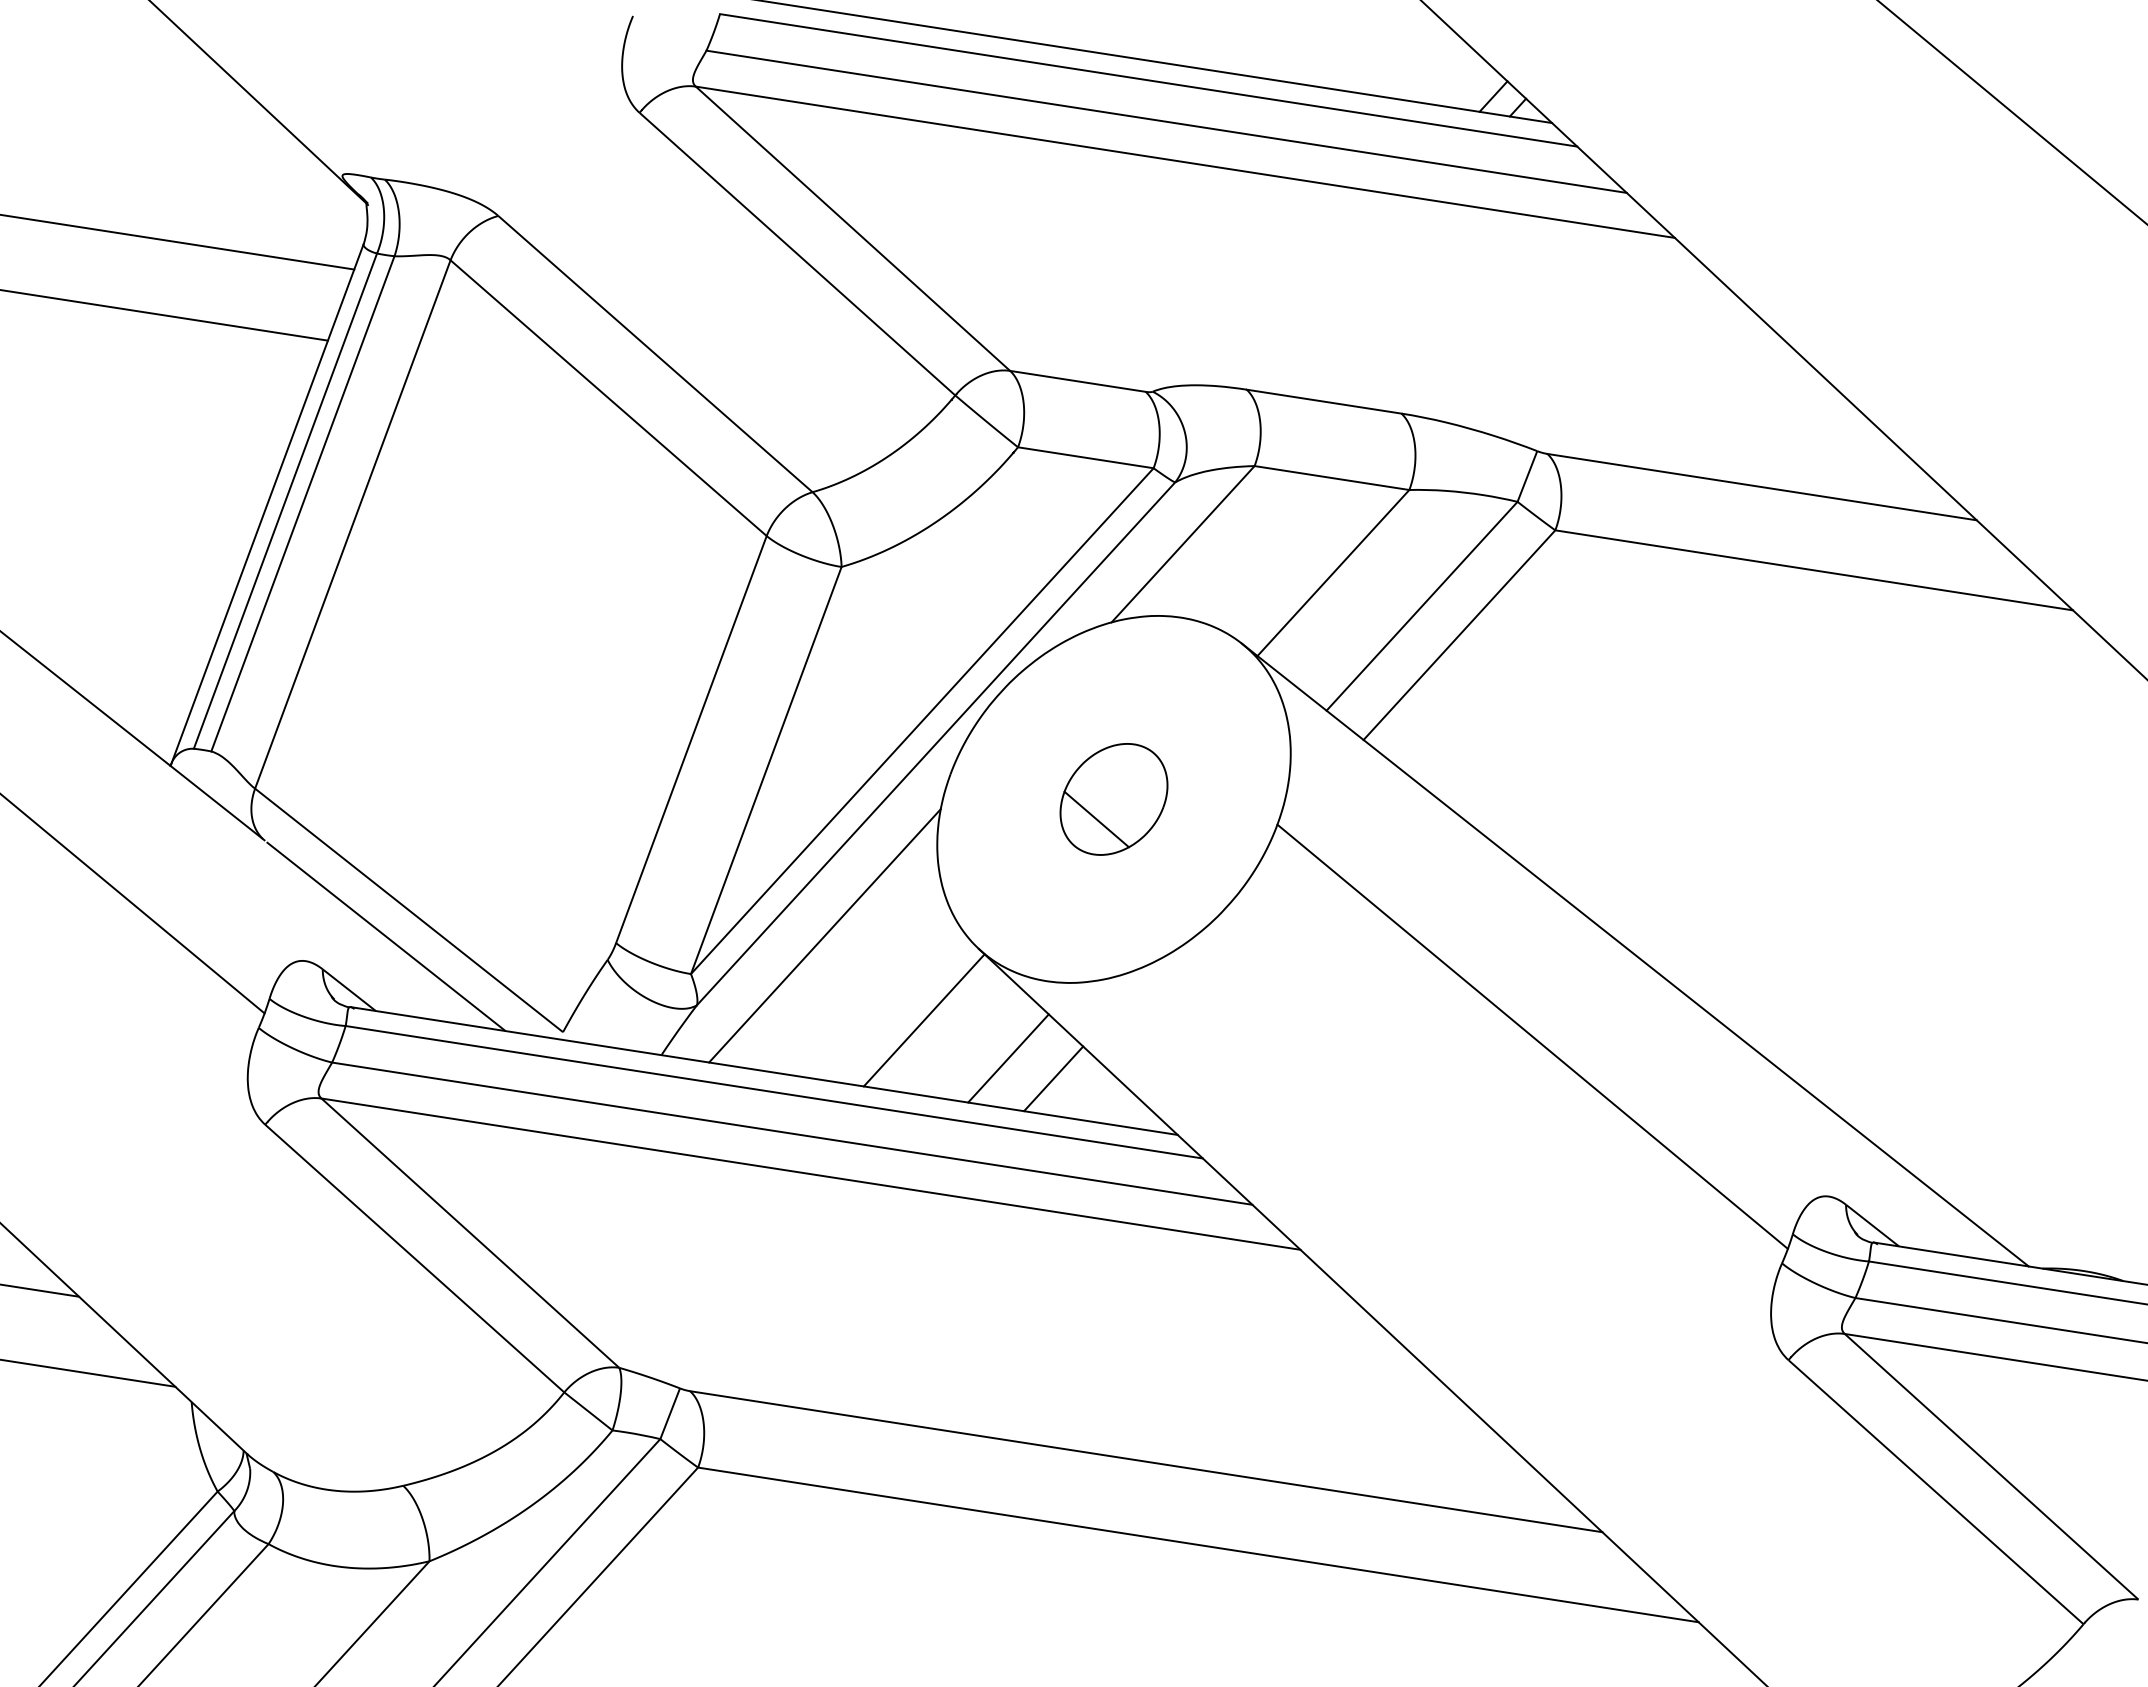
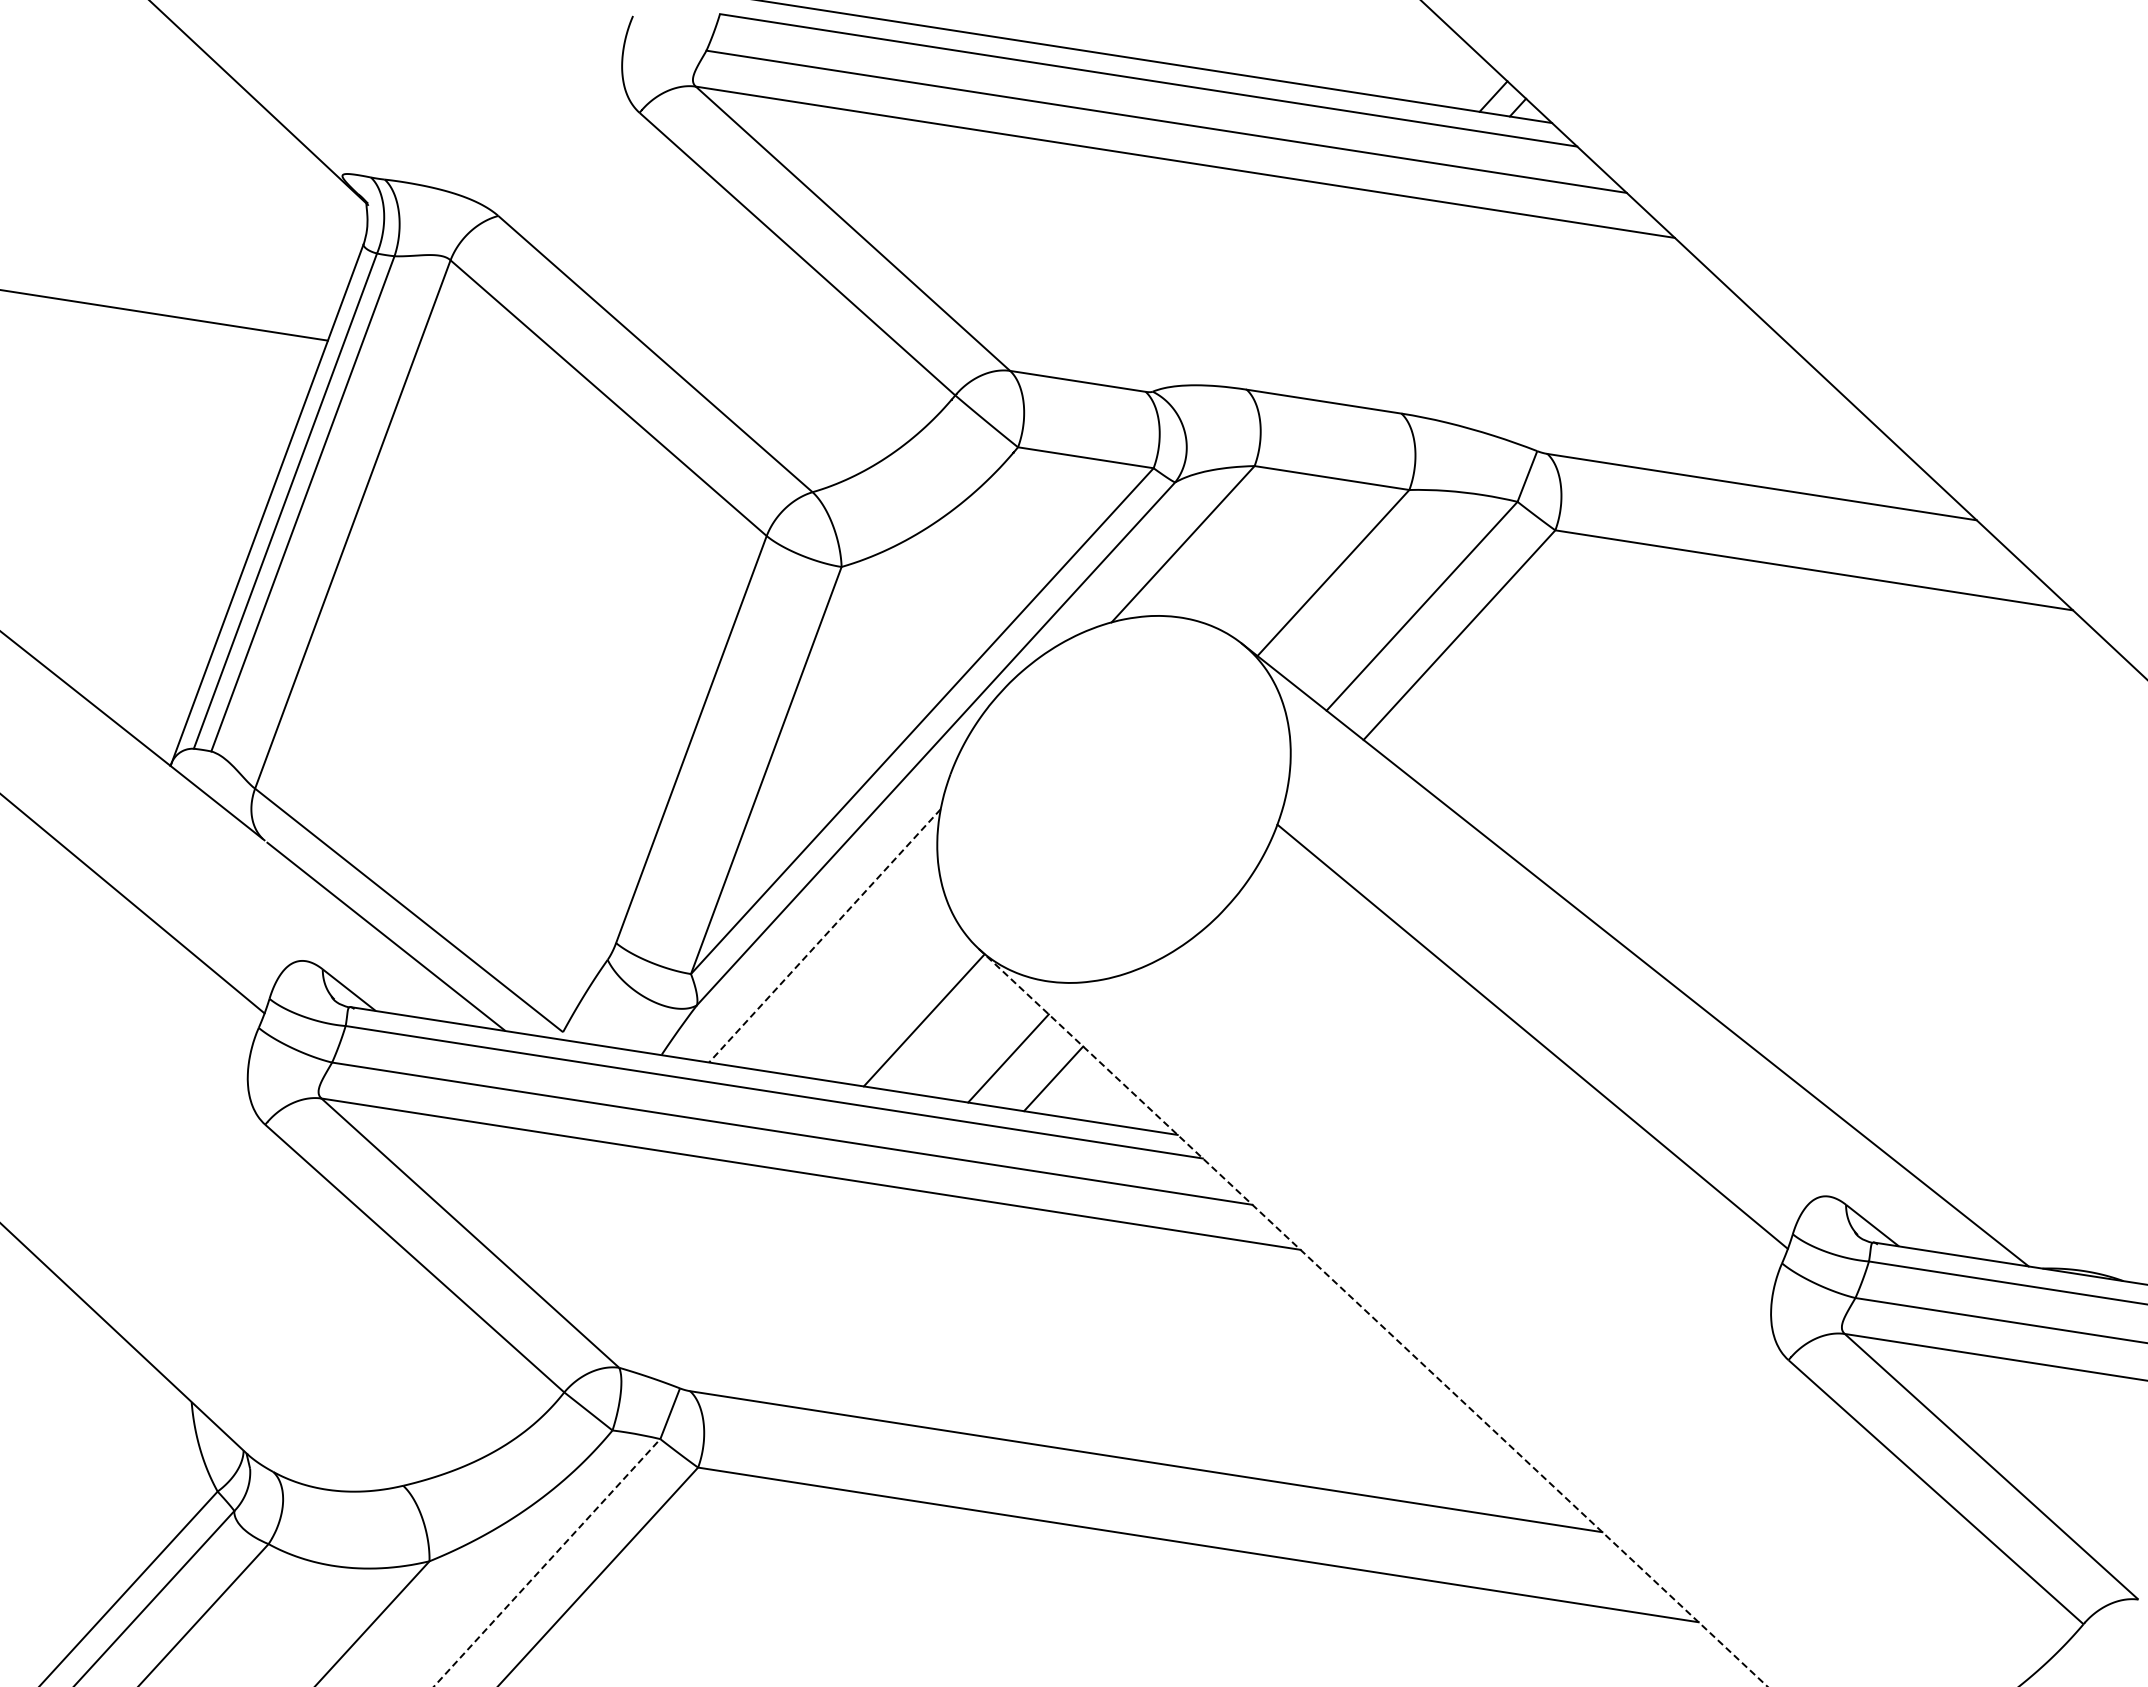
line at (2011, 112): present -> none
line at (178, 242): present -> none
part at (1113, 799): present -> none
line at (824, 935): solid -> dashed
line at (40, 1290): present -> none
line at (1373, 1318): solid -> dashed
line at (88, 1373): present -> none
line at (547, 1562): solid -> dashed
